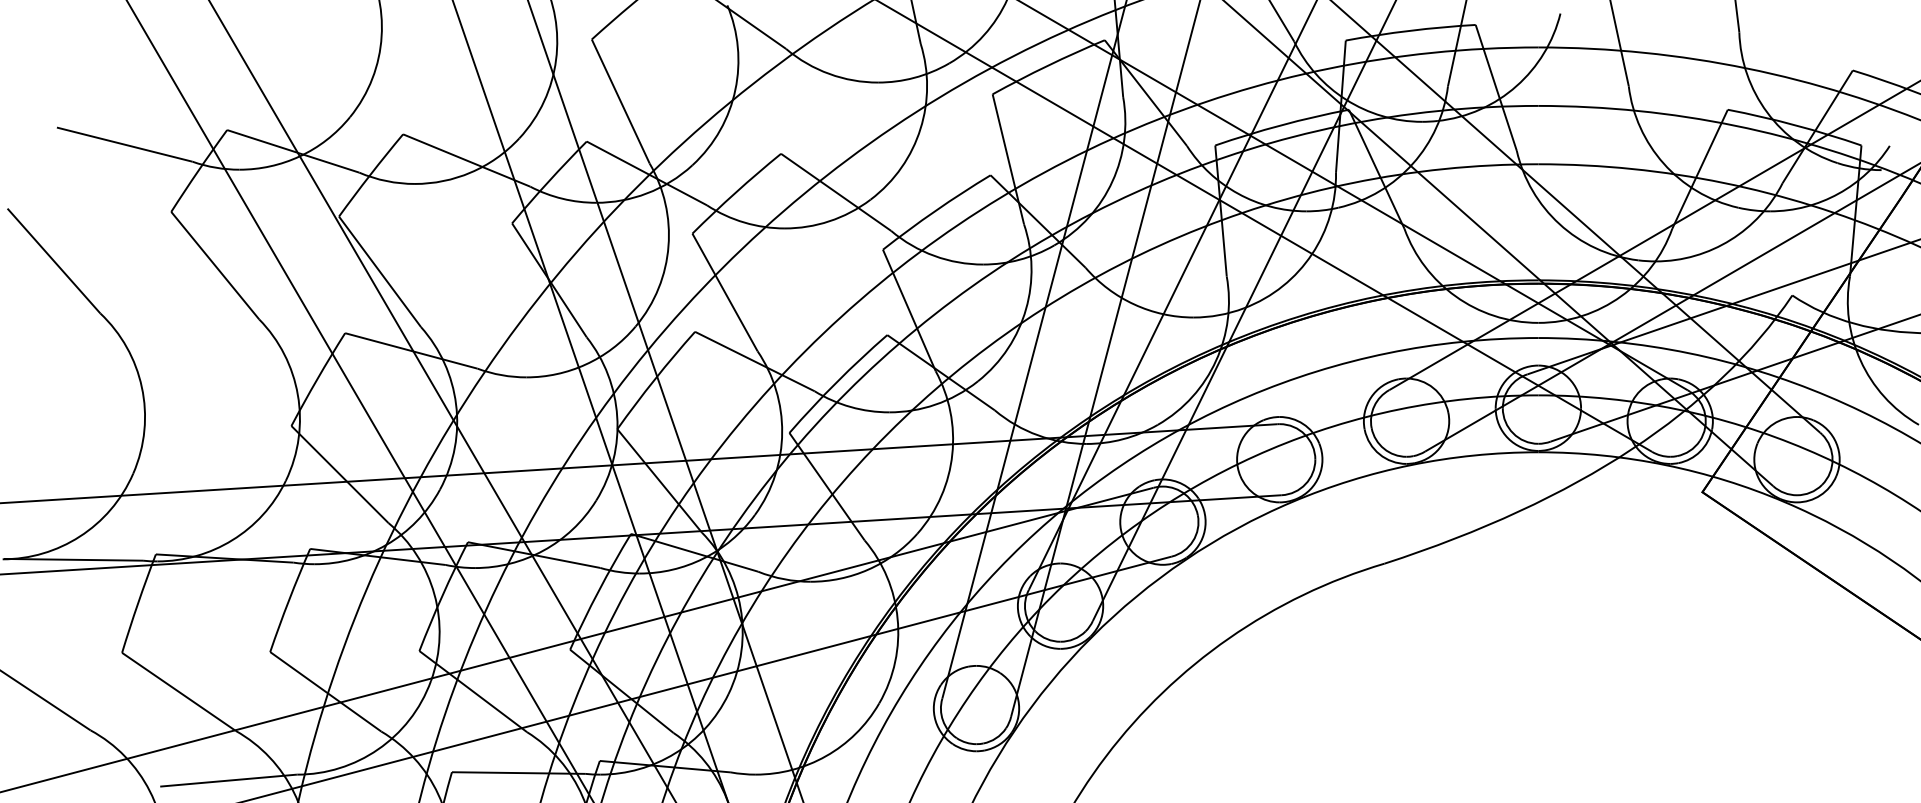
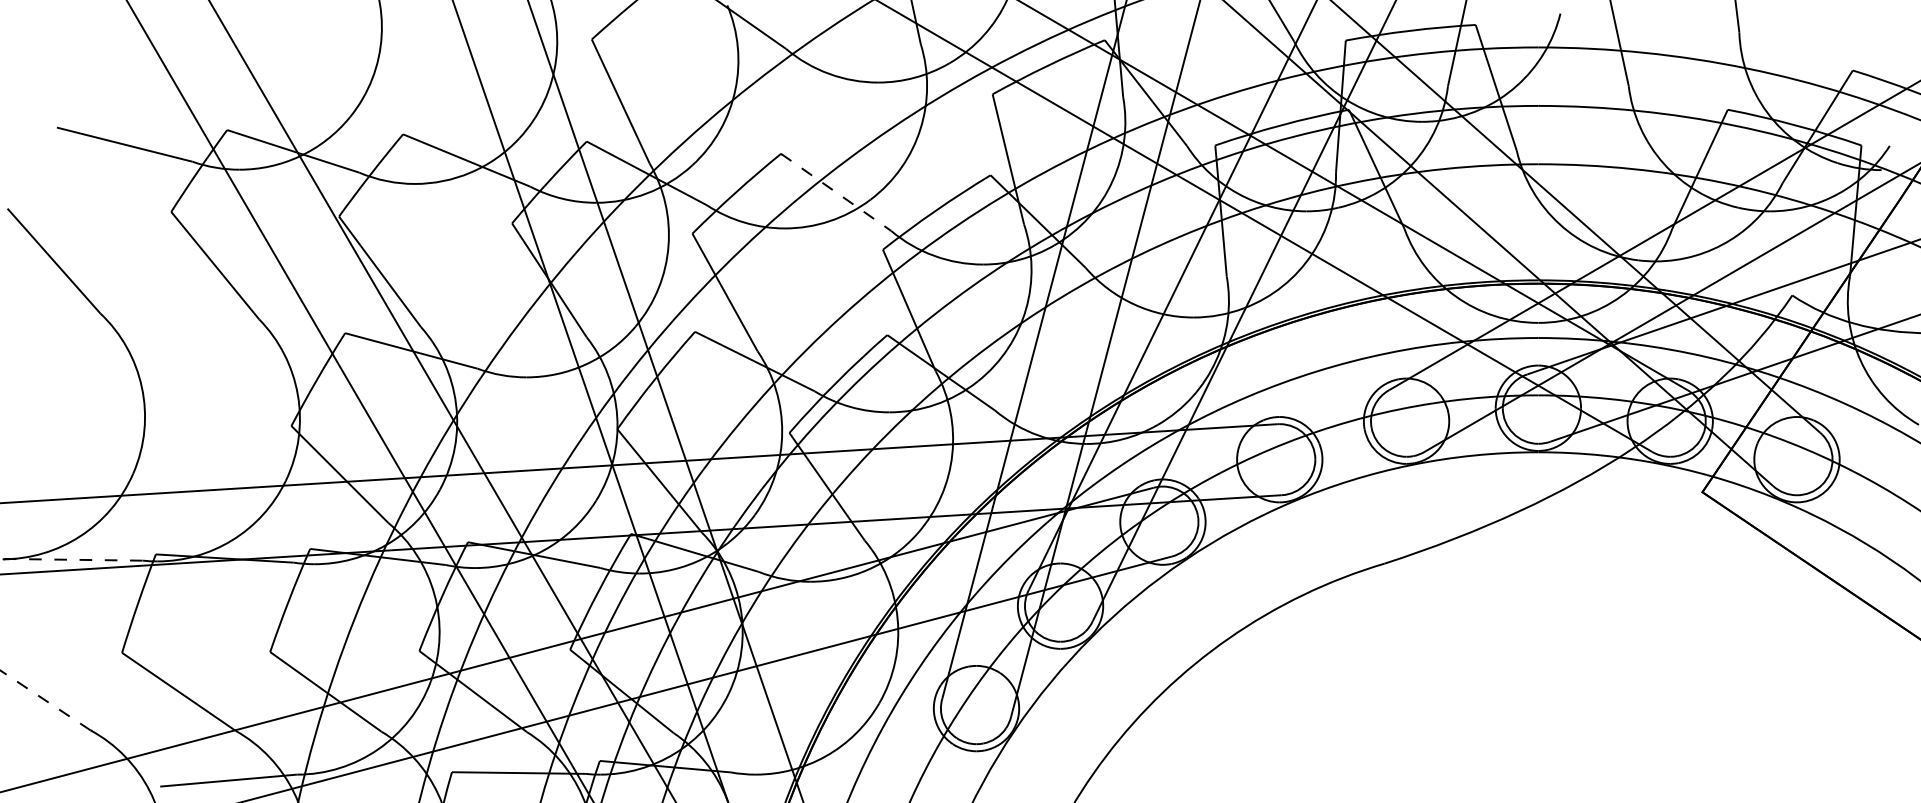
line at (835, 192): solid -> dashed
line at (73, 559): solid -> dashed
line at (45, 700): solid -> dashed
